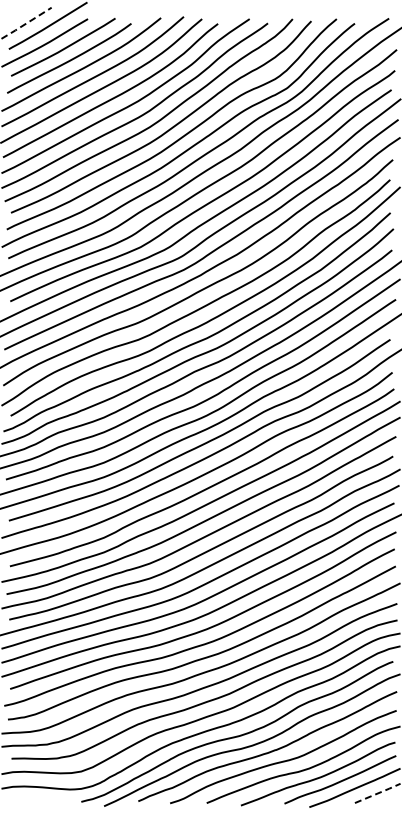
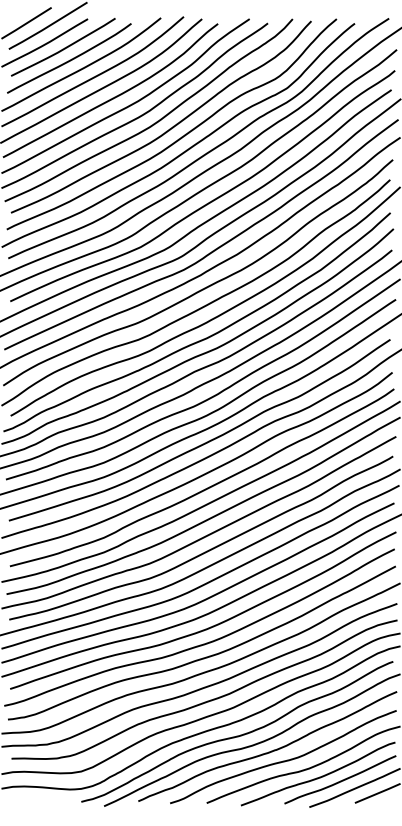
line at (26, 23): dashed -> solid
line at (378, 793): dashed -> solid
